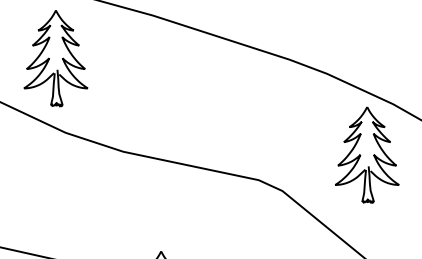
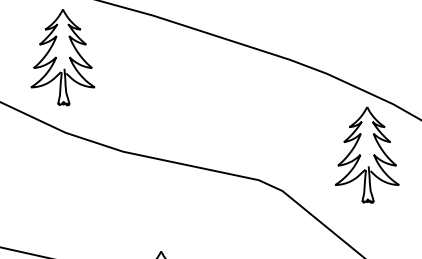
part at (55, 58) position: (55, 58) -> (62, 57)
